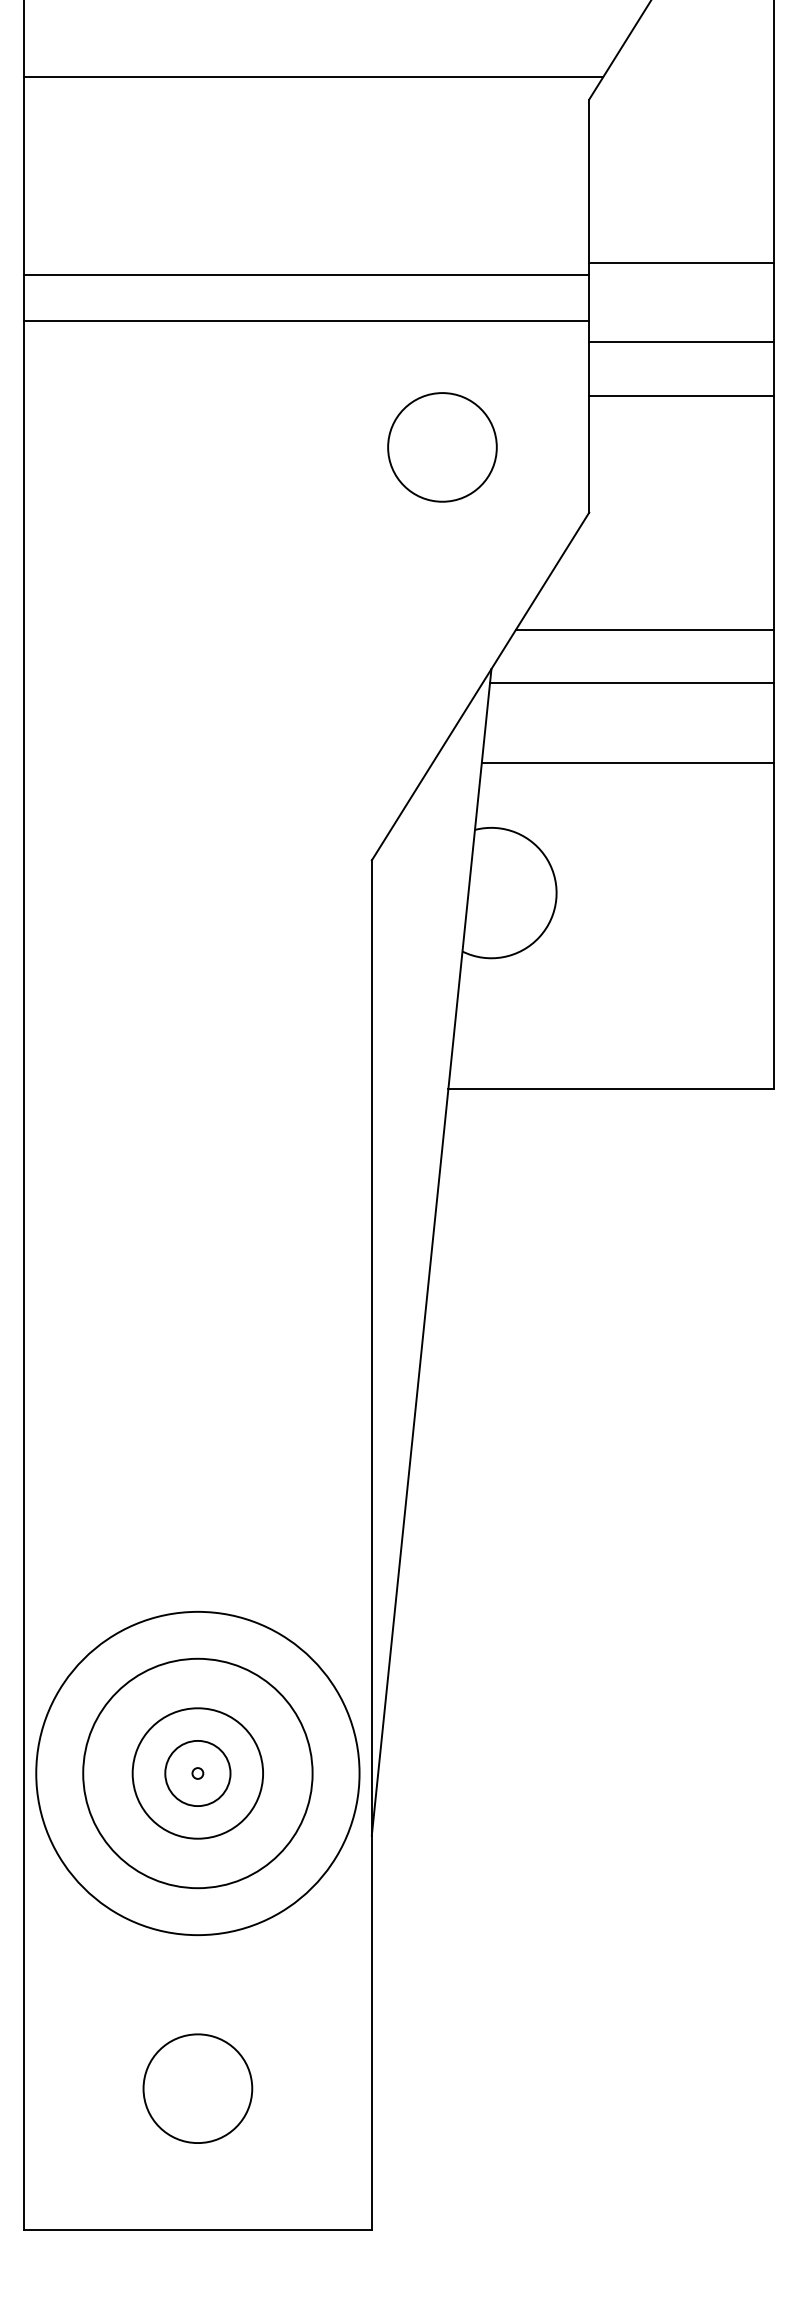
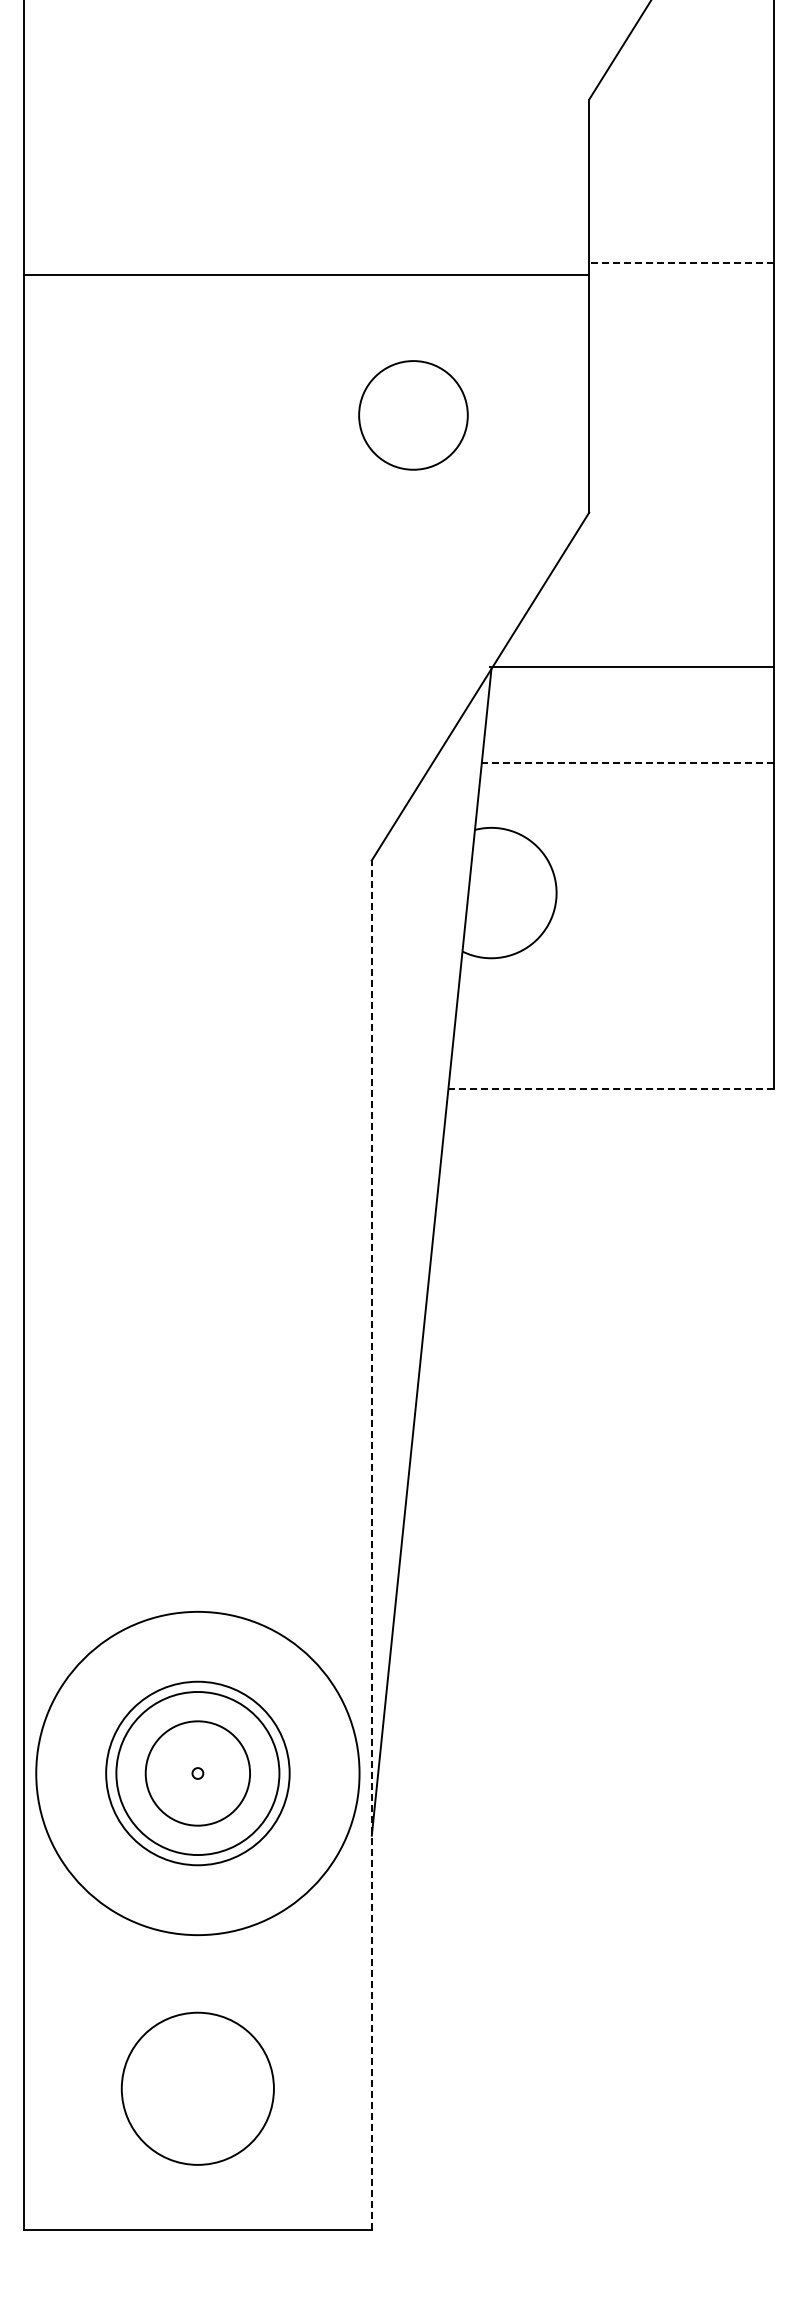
line at (313, 77): present -> none
line at (681, 262): solid -> dashed
line at (306, 321): present -> none
line at (681, 342): present -> none
line at (681, 395): present -> none
circle at (442, 447) position: (442, 447) -> (413, 415)
line at (644, 629): present -> none
line at (631, 683) position: (631, 683) -> (631, 667)
line at (627, 762): solid -> dashed
line at (611, 1088): solid -> dashed
line at (371, 1545): solid -> dashed
circle at (197, 1773) diameter: 130 px -> 163 px
circle at (197, 1773) diameter: 229 px -> 184 px
circle at (197, 1773) diameter: 65 px -> 104 px
circle at (197, 2088) size: 112x111 px -> 155x155 px
